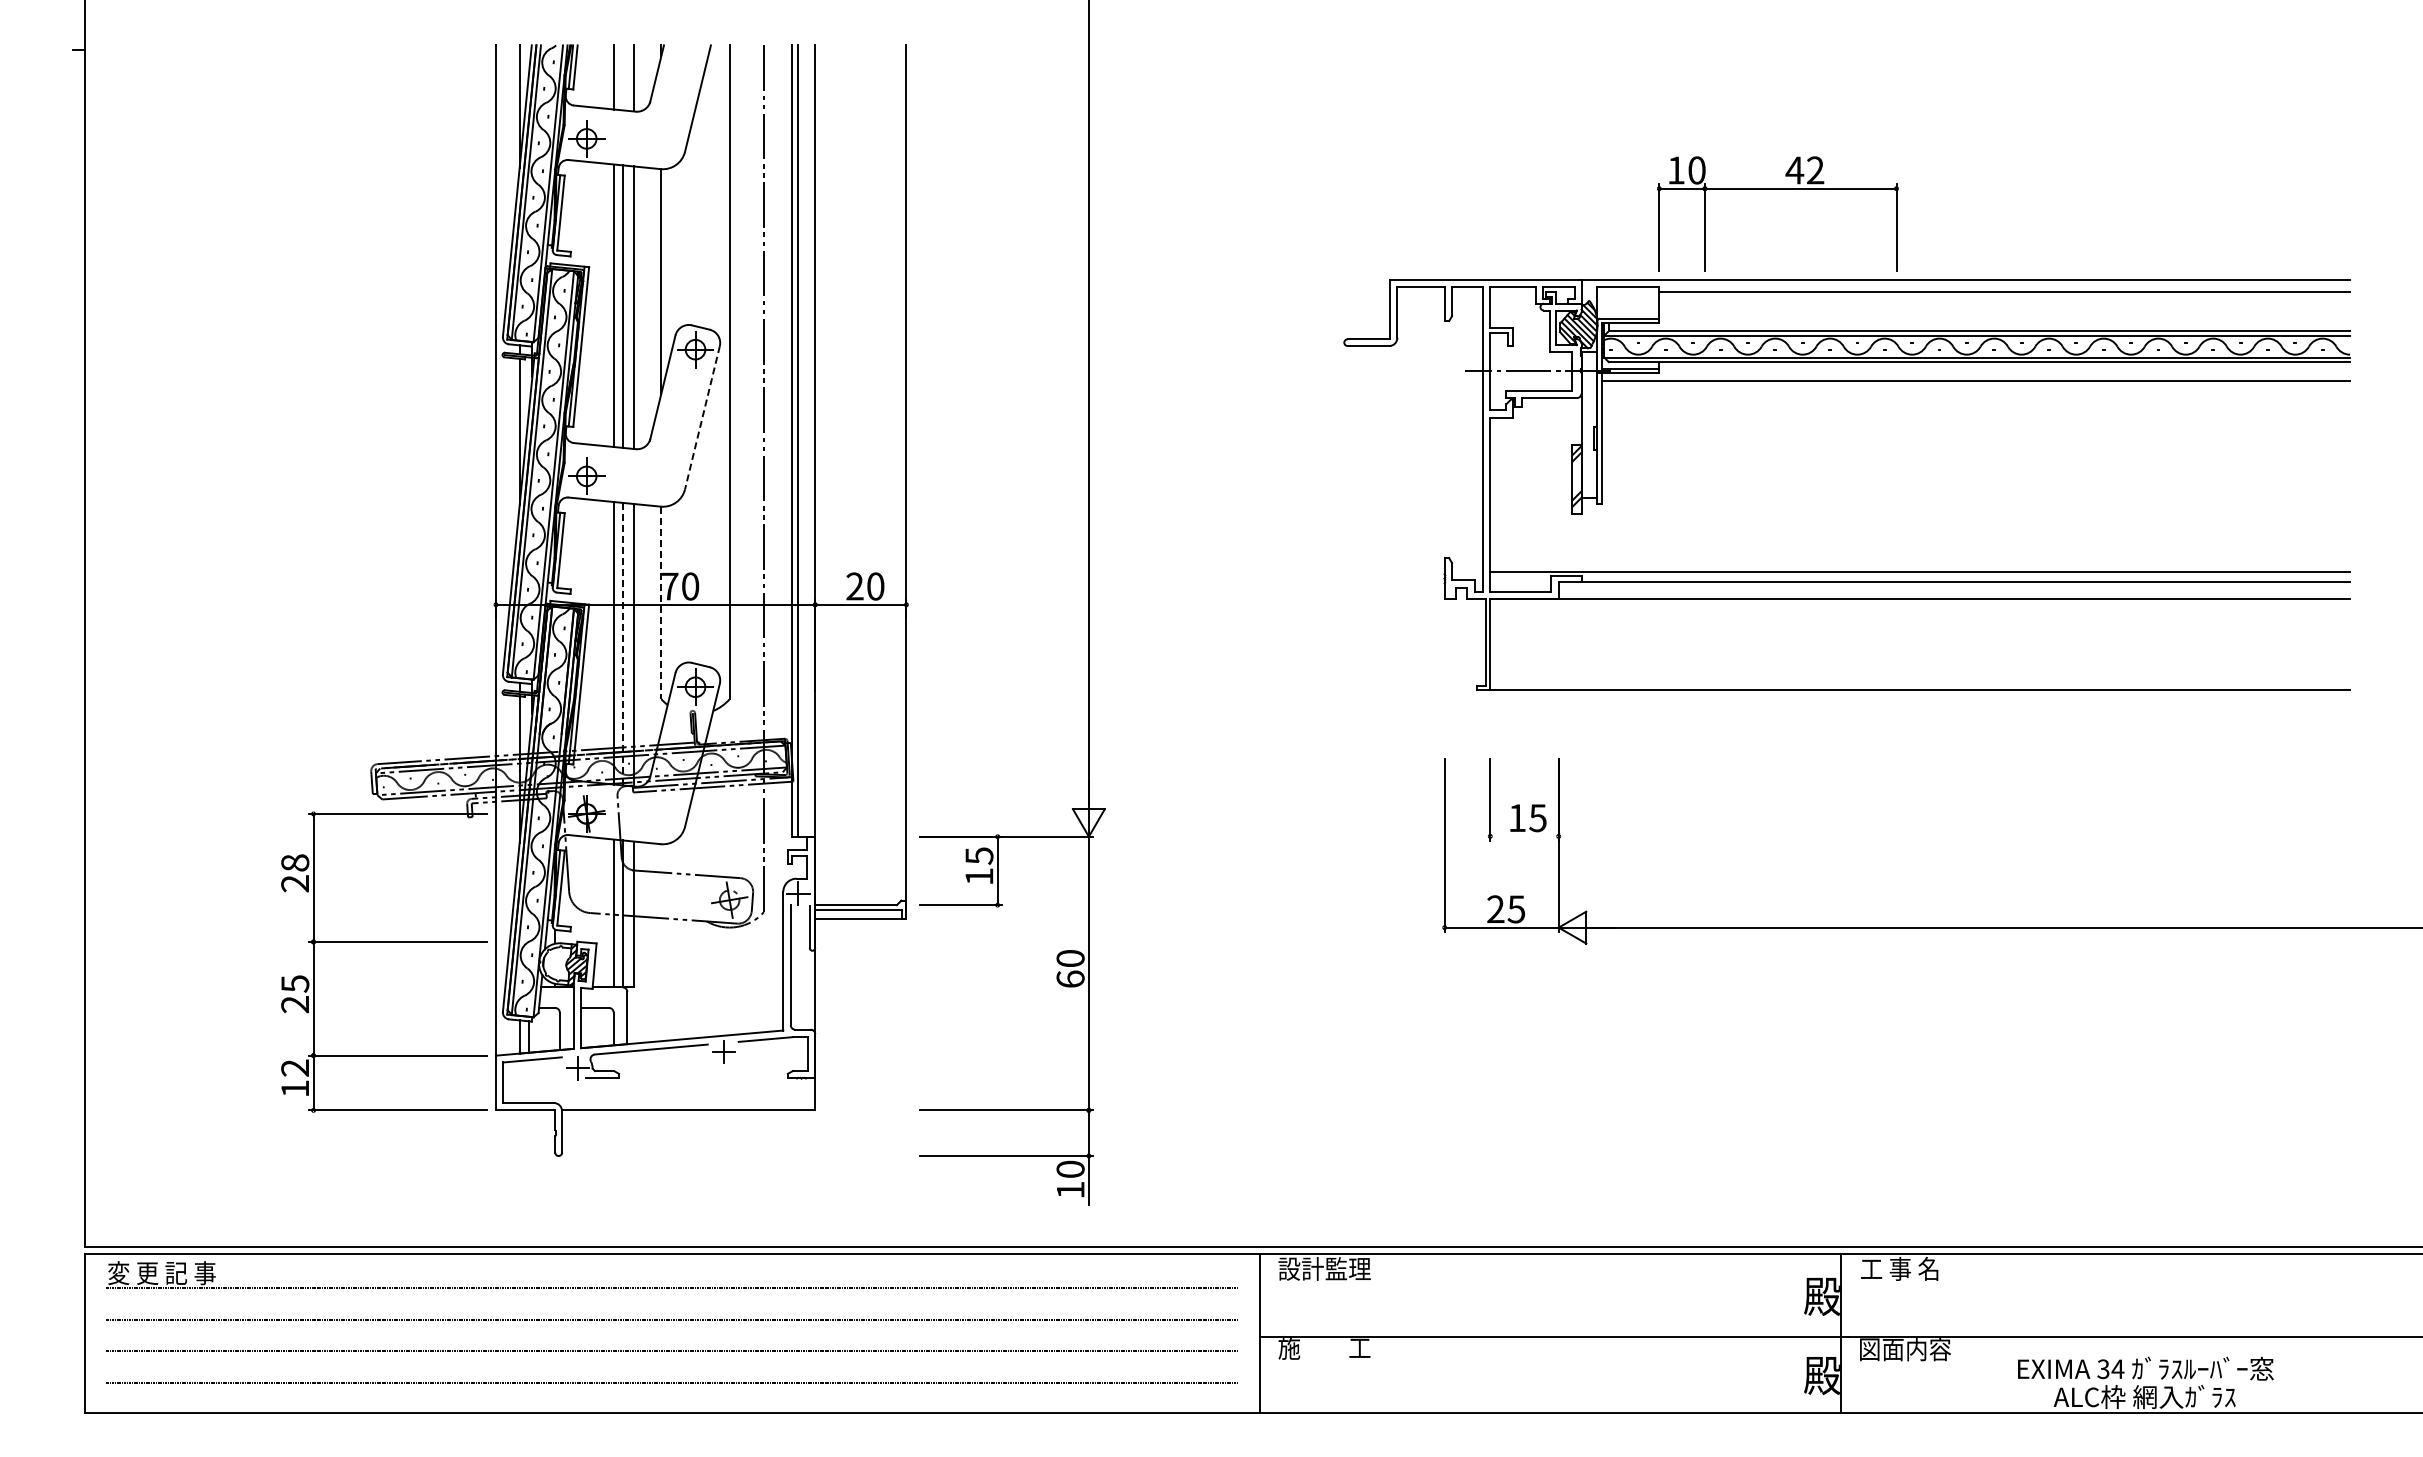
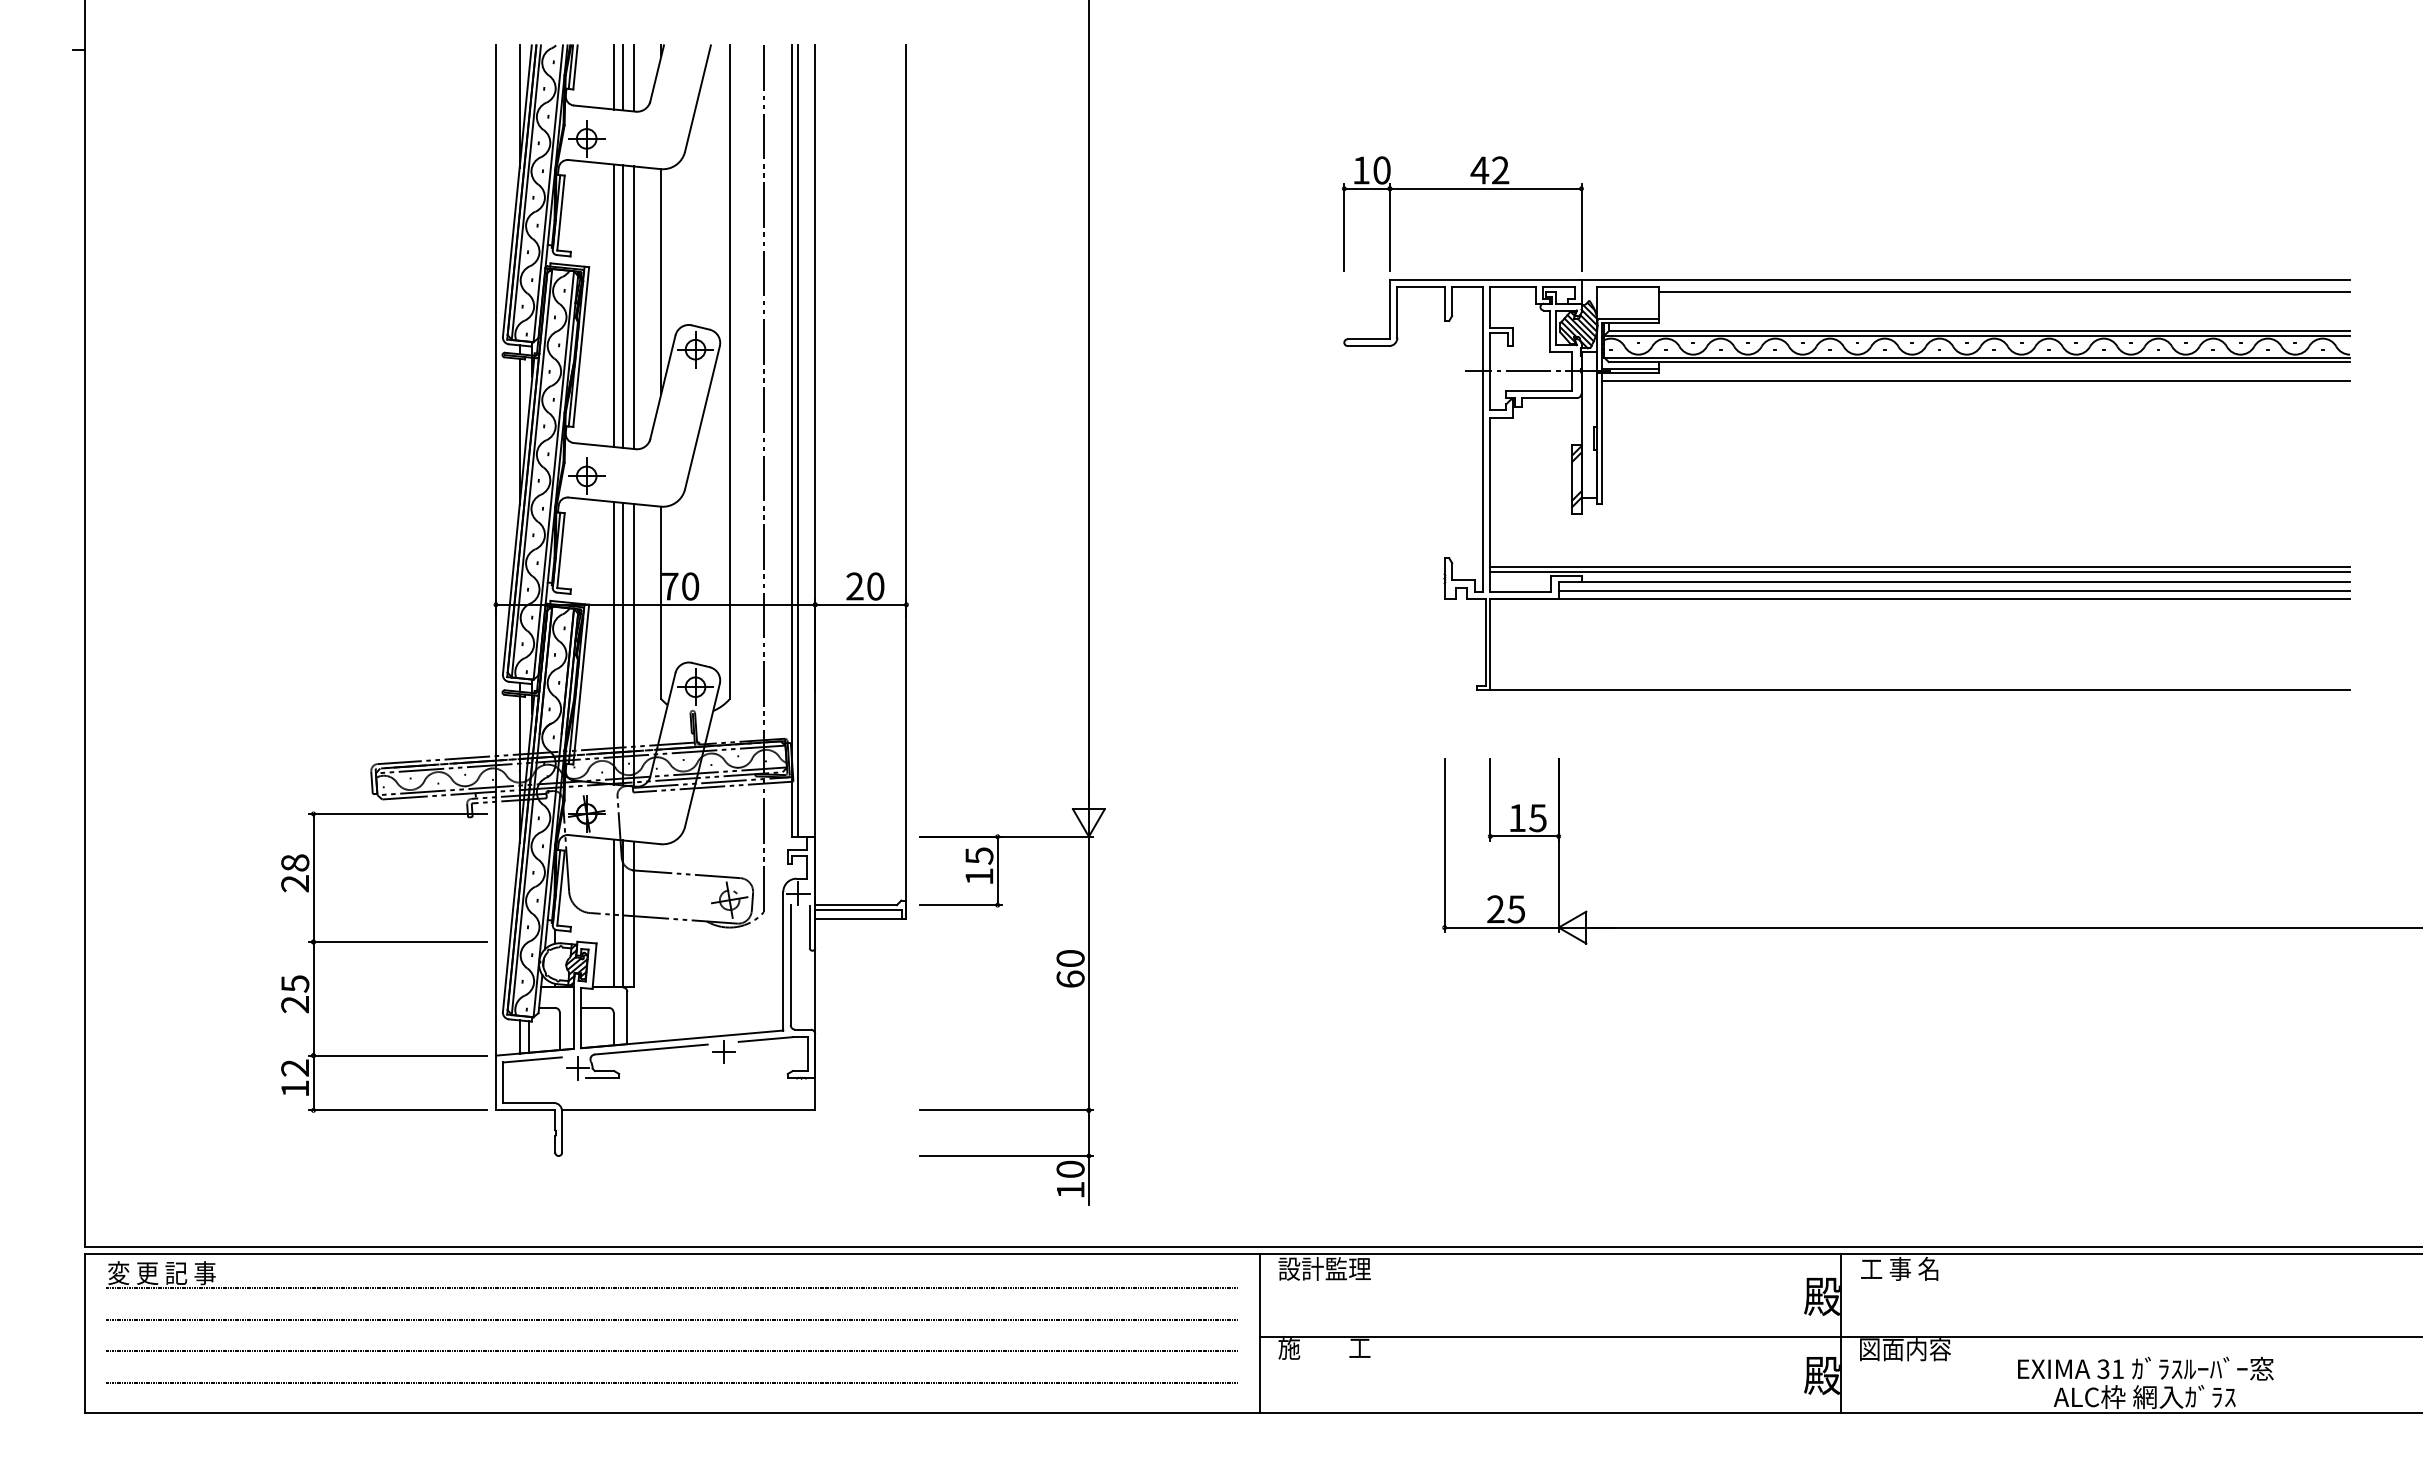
line at (623, 77): none -> present
part at (1777, 189) position: (1777, 189) -> (1462, 189)
line at (702, 417): dashed -> solid
line at (1920, 567): none -> present
line at (1954, 591): none -> present
line at (661, 603): dashed -> solid
line at (623, 643): dashed -> solid
line at (1524, 836): none -> present
text at (2117, 1368): 34 -> 31
